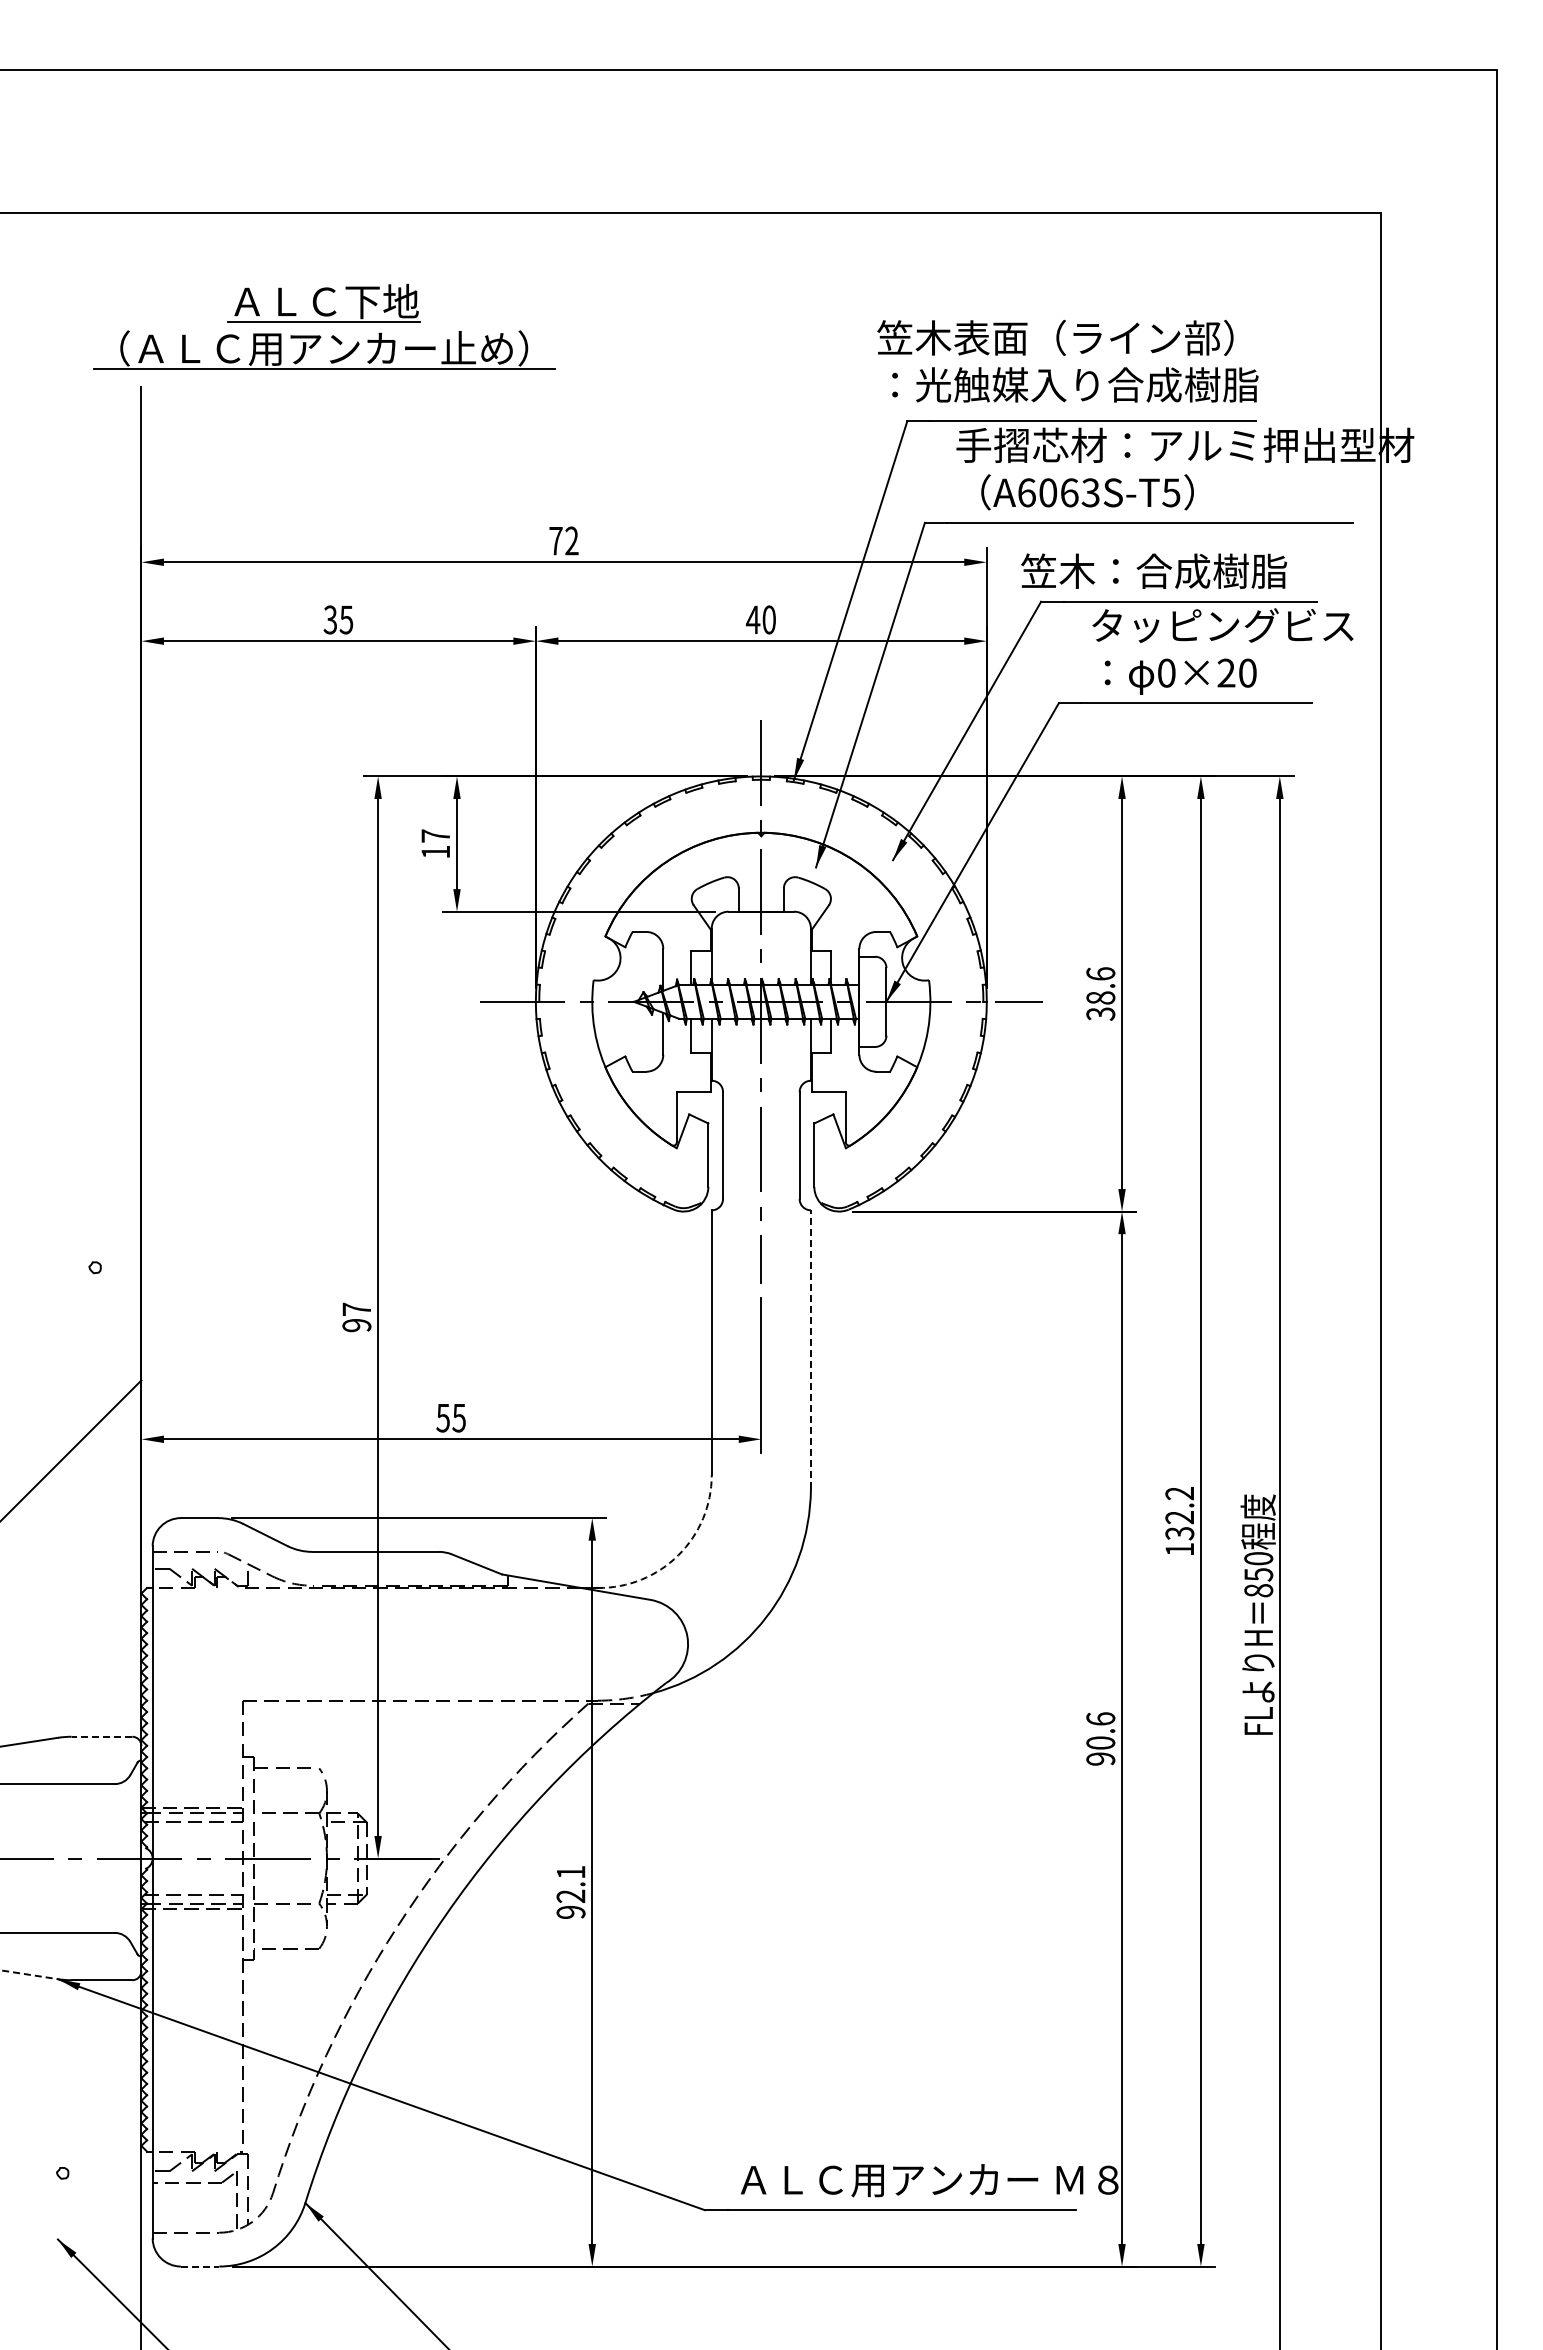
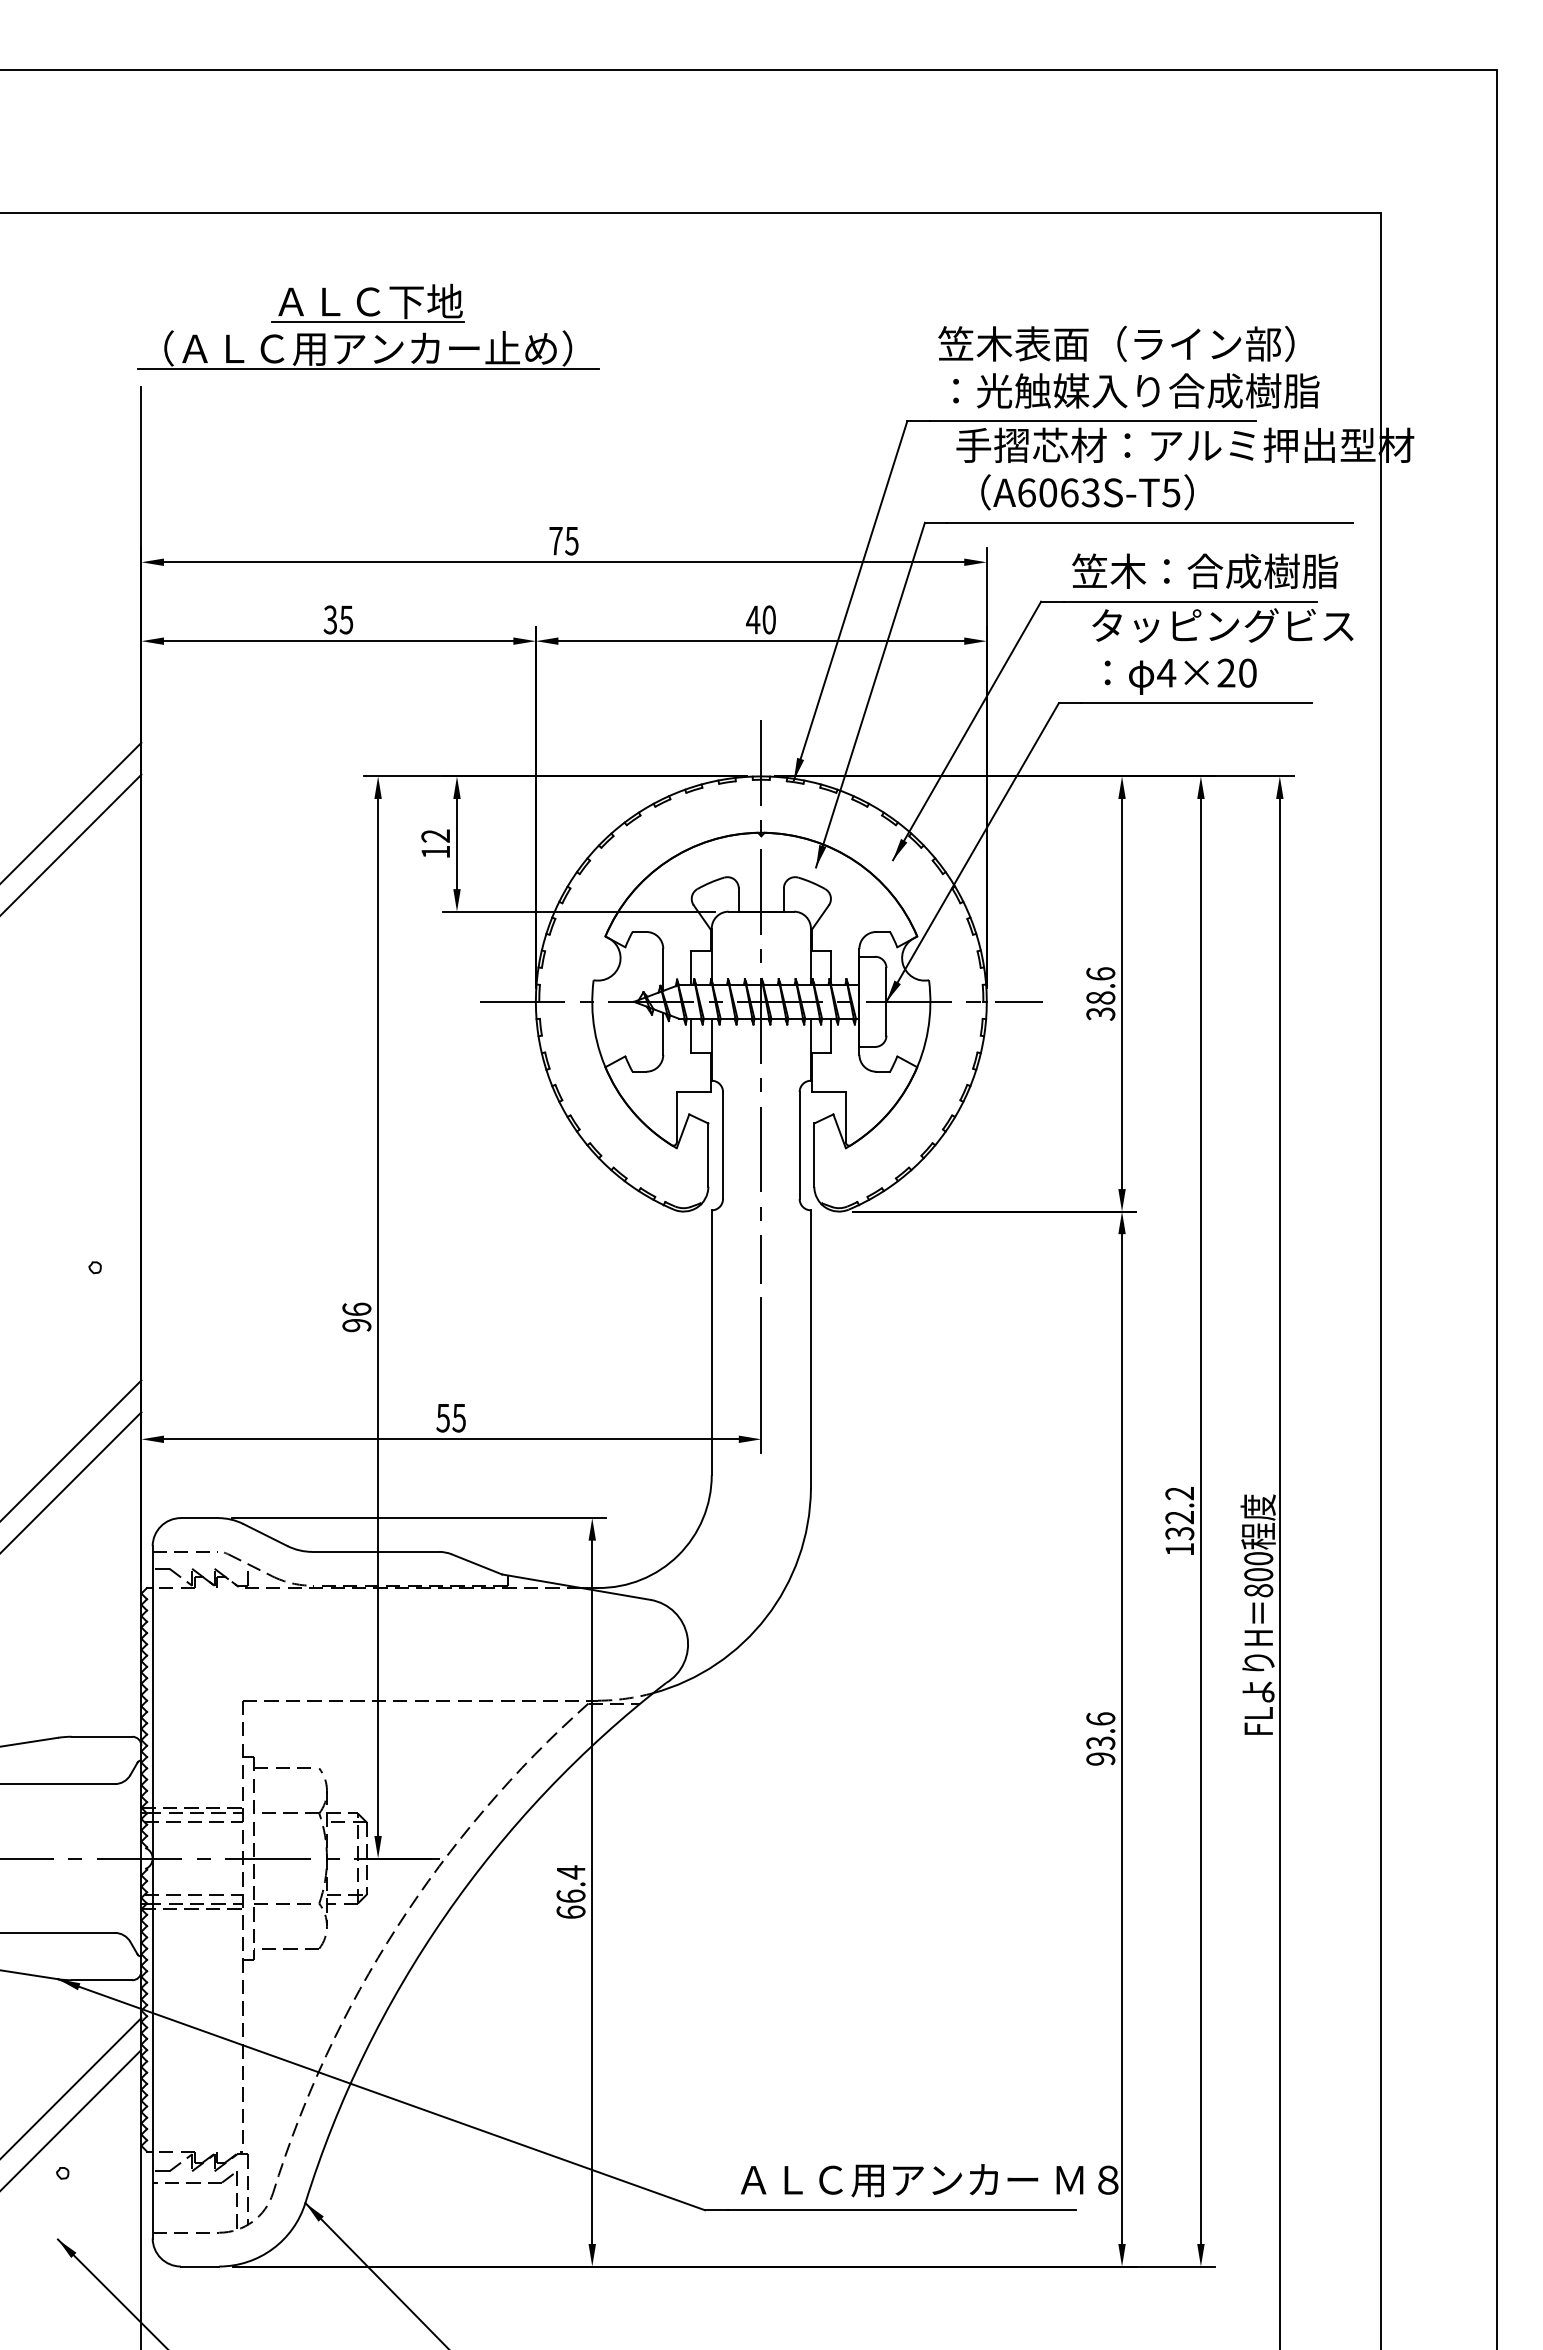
part at (324, 326) position: (324, 326) -> (368, 326)
text at (1067, 360) position: (1067, 360) -> (1128, 366)
text at (571, 540): 72 -> 75
text at (1153, 570) position: (1153, 570) -> (1204, 570)
text at (1166, 672): 0×20 -> 4×20
line at (71, 812): none -> present
text at (435, 835): 17 -> 12
line at (71, 844): none -> present
text at (356, 1308): 97 -> 96
line at (810, 1349): dashed -> solid
line at (71, 1481): none -> present
arc at (678, 1555): dashed -> solid
text at (1258, 1574): 850 -> 800
line at (101, 1736): dashed -> solid
text at (1100, 1742): 90.6 -> 93.6
text at (570, 1891): 92.1 -> 66.4
line at (29, 1974): dashed -> solid
line at (71, 2087): none -> present
line at (71, 2119): none -> present
line at (200, 2266): dashed -> solid
